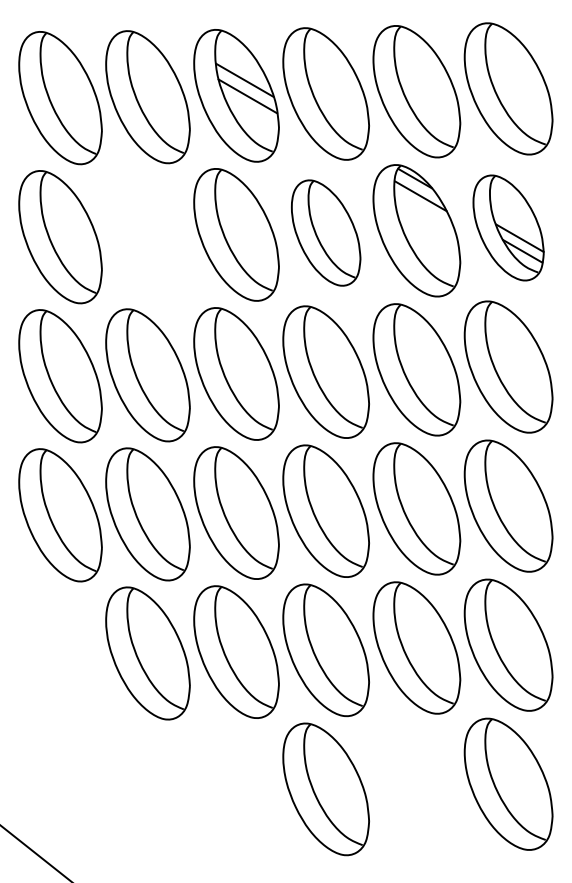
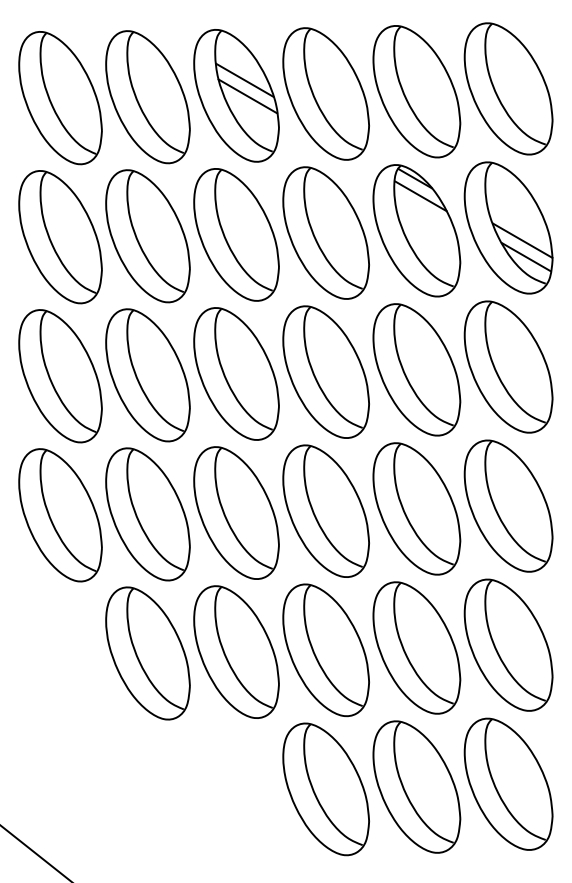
part at (508, 227) size: 73x108 px -> 91x134 px
part at (326, 232) size: 71x108 px -> 88x134 px
part at (147, 236): none -> present
part at (416, 786): none -> present
